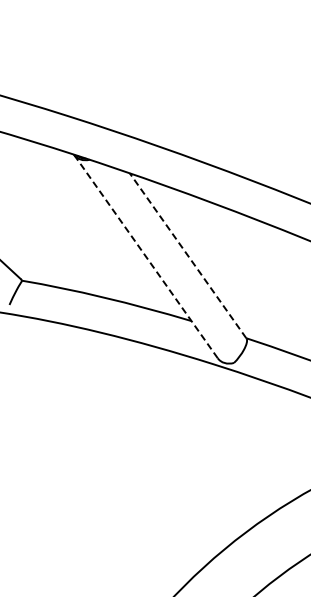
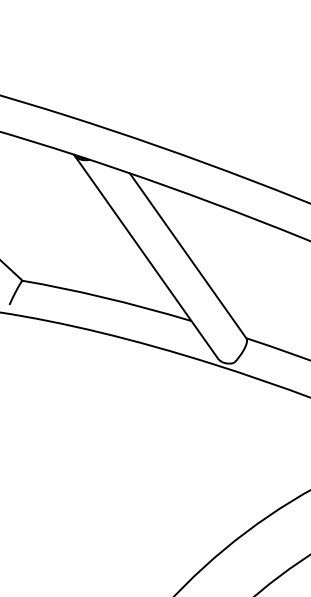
line at (188, 255): dashed -> solid
line at (145, 256): dashed -> solid
